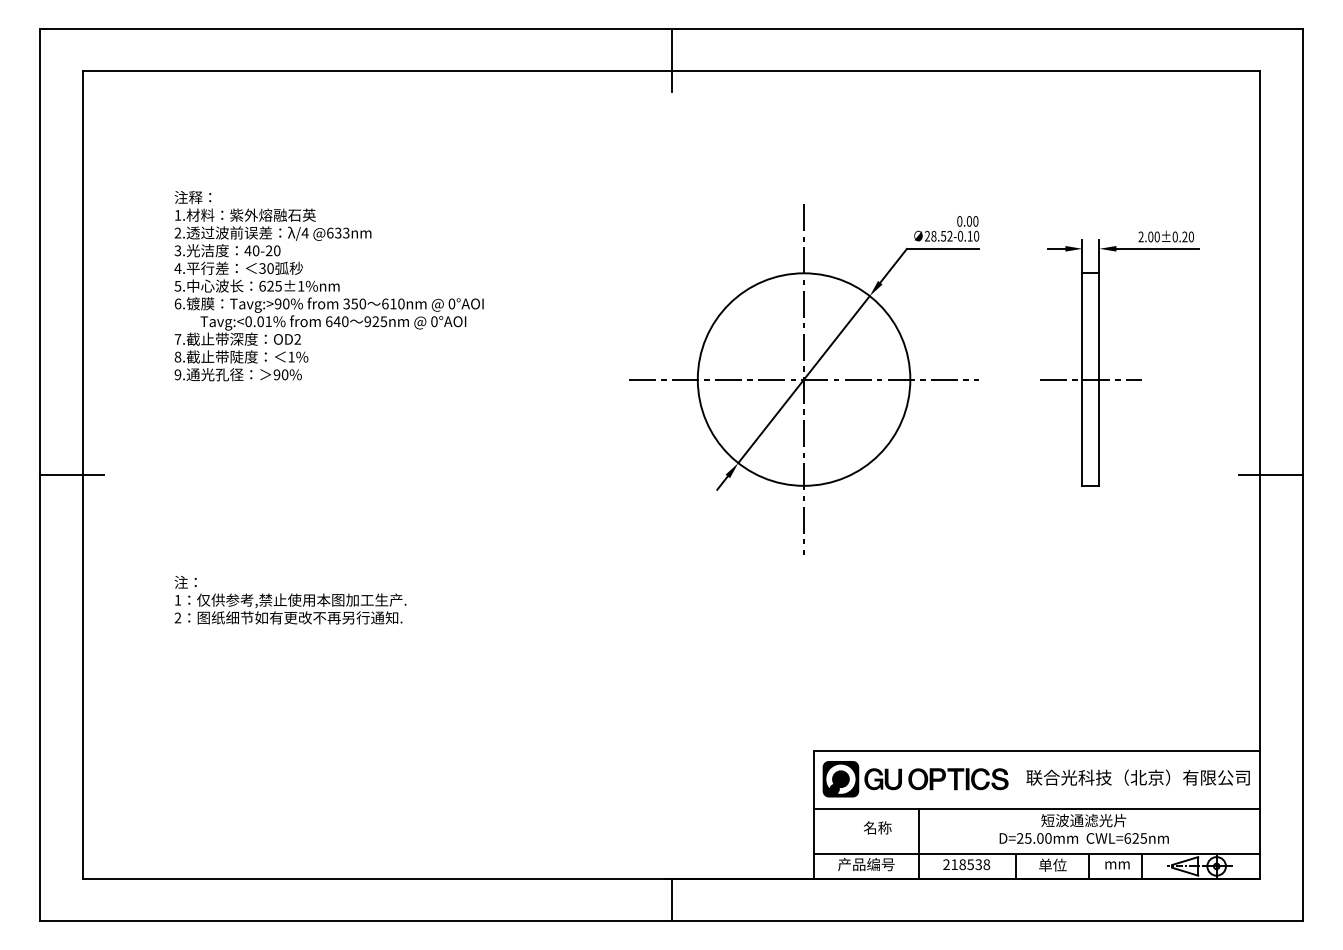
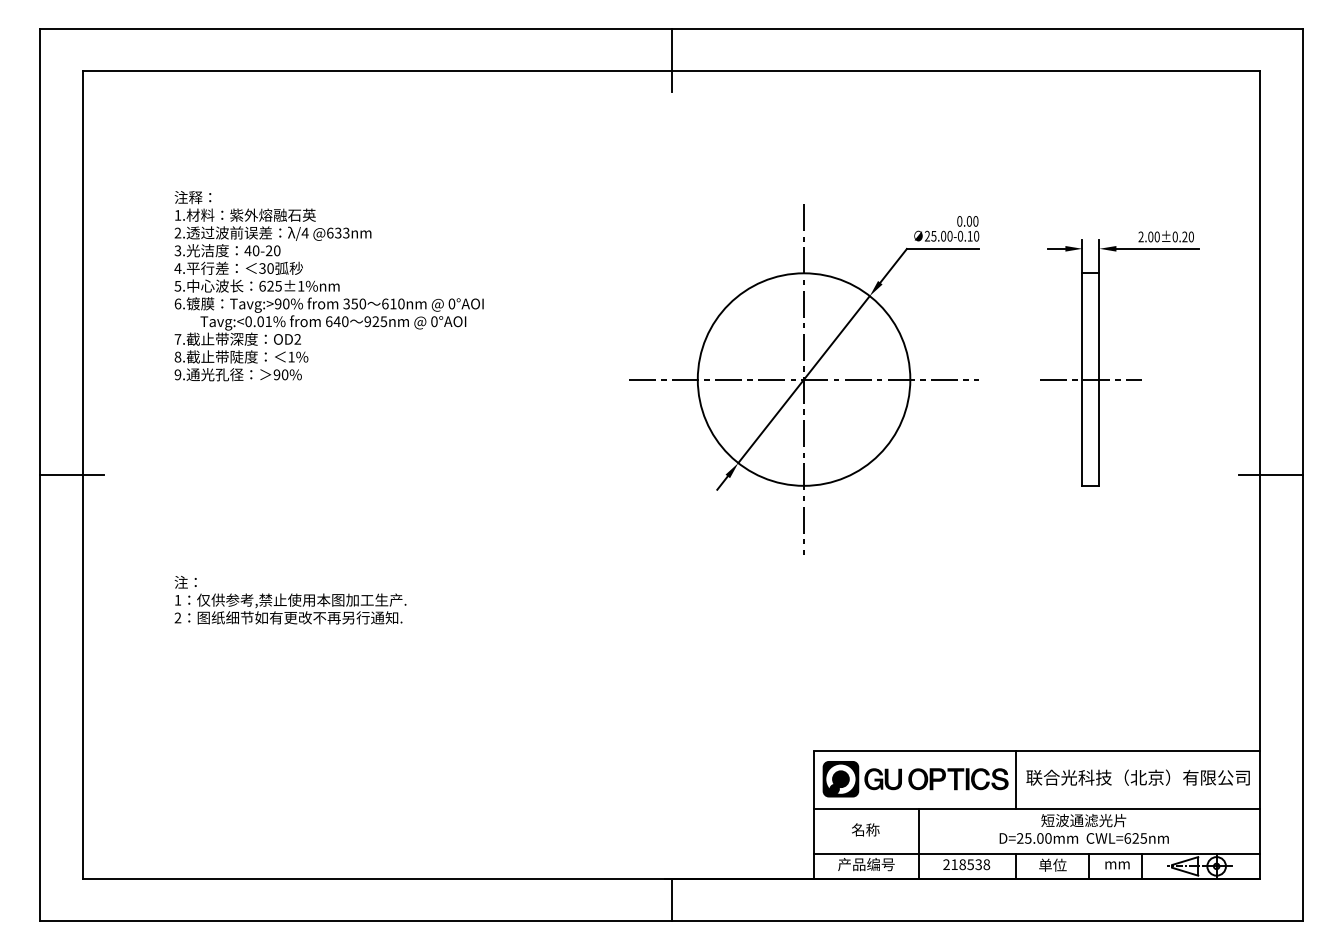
text at (941, 235): 28.52 -> 25.00
line at (1016, 779): none -> present
text at (877, 827) position: (877, 827) -> (865, 829)
